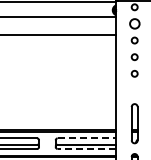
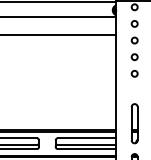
circle at (134, 23) size: 12x12 px -> 9x8 px
line at (87, 138): dashed -> solid
line at (86, 149): dashed -> solid
